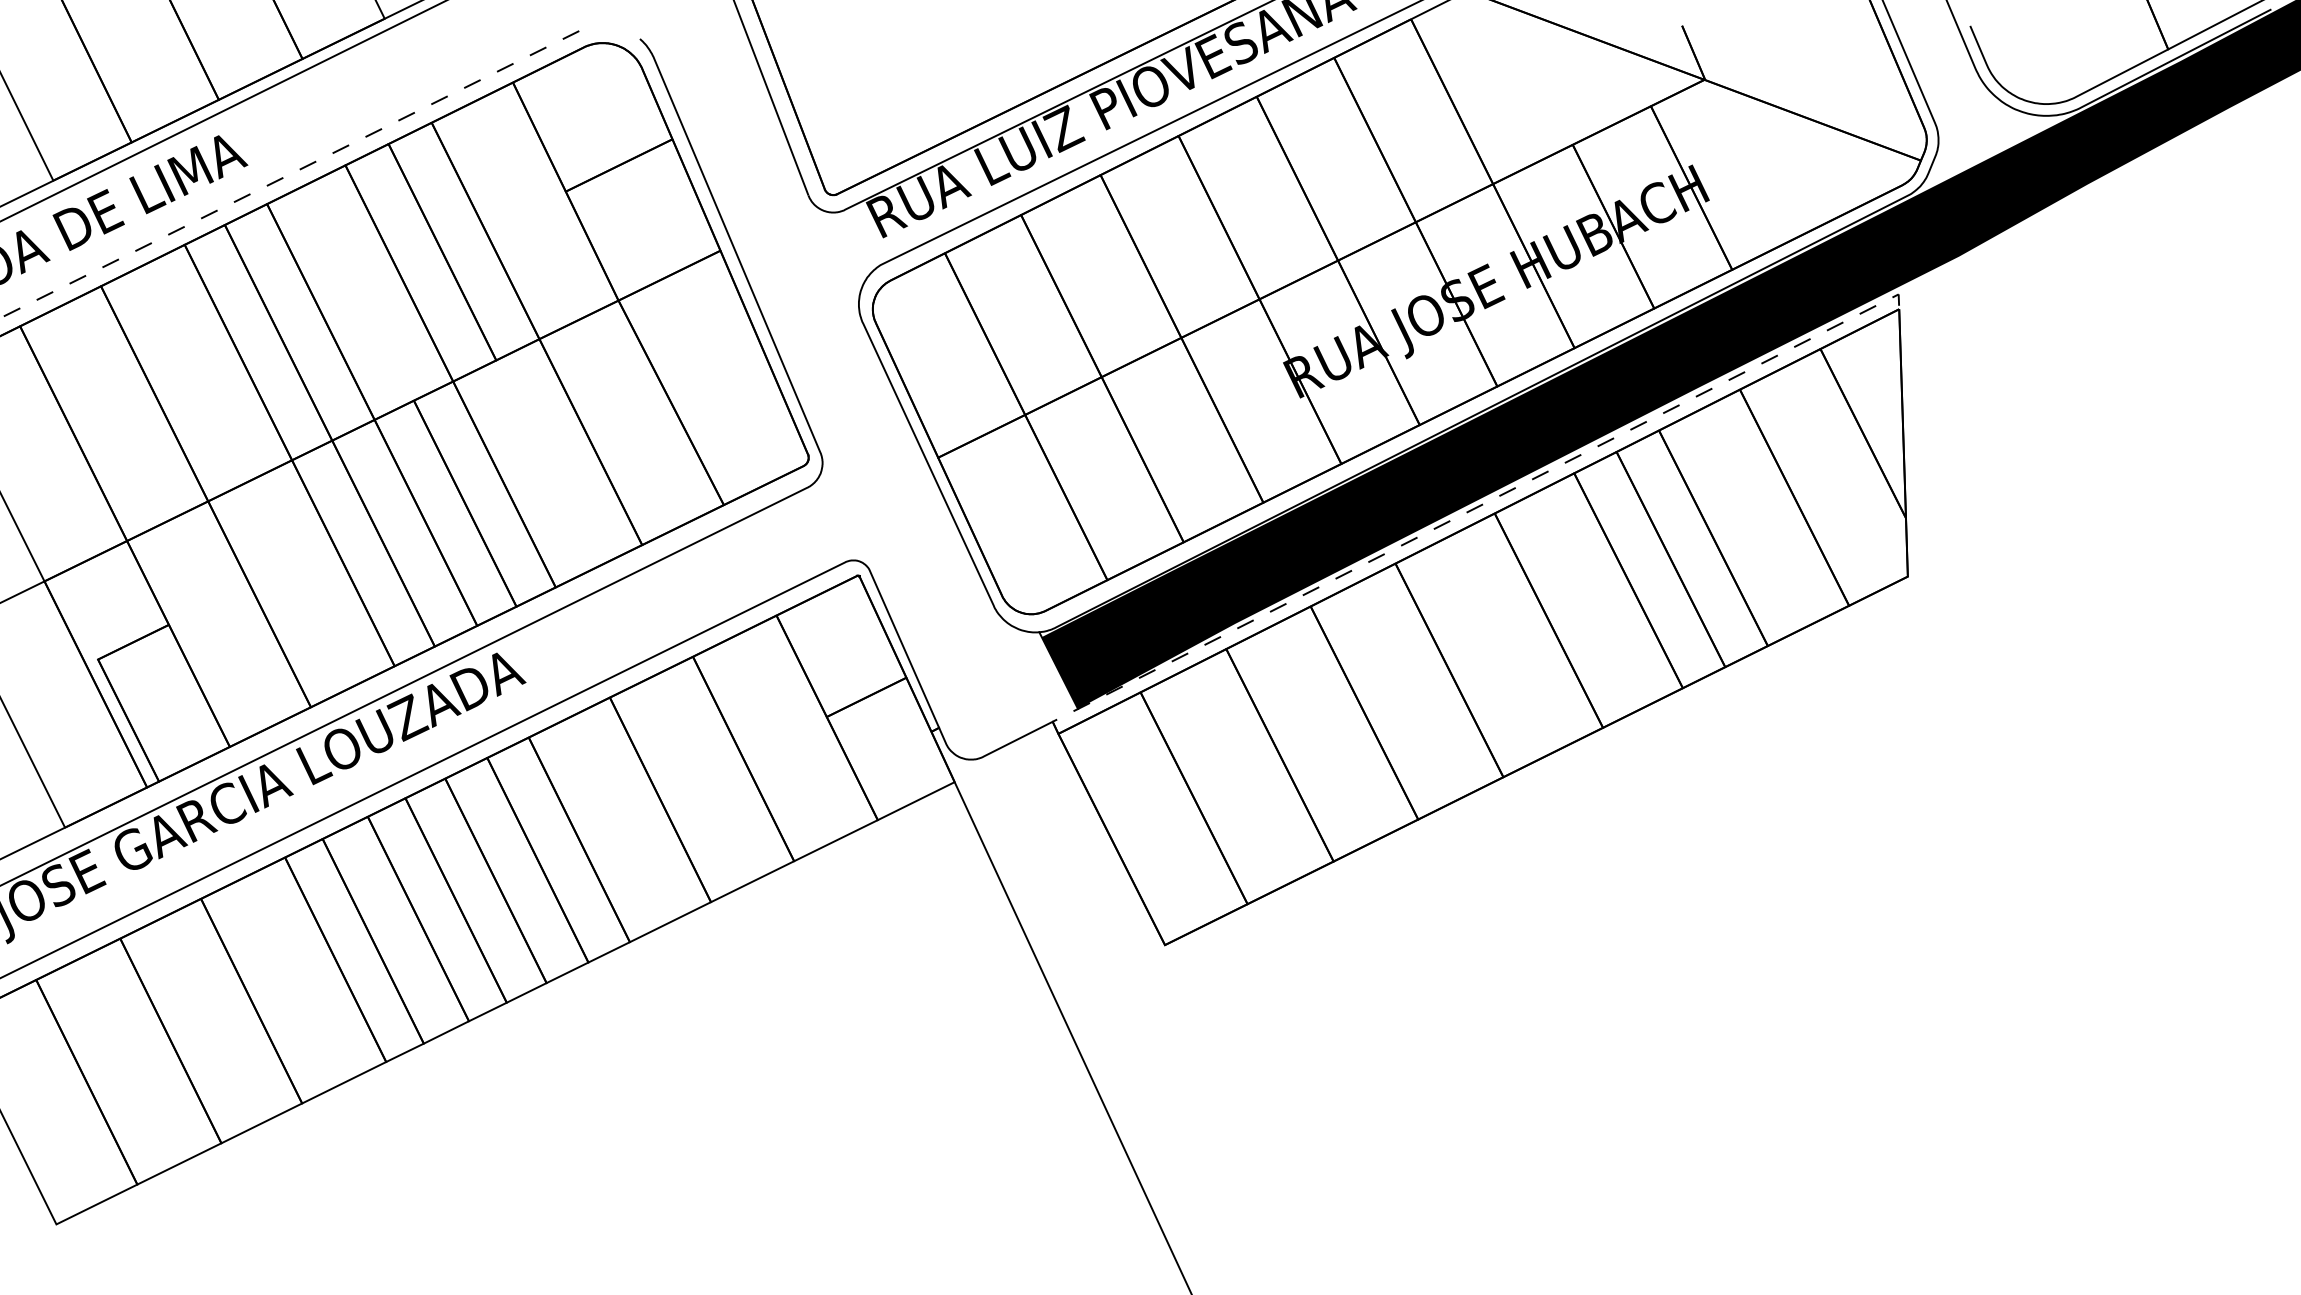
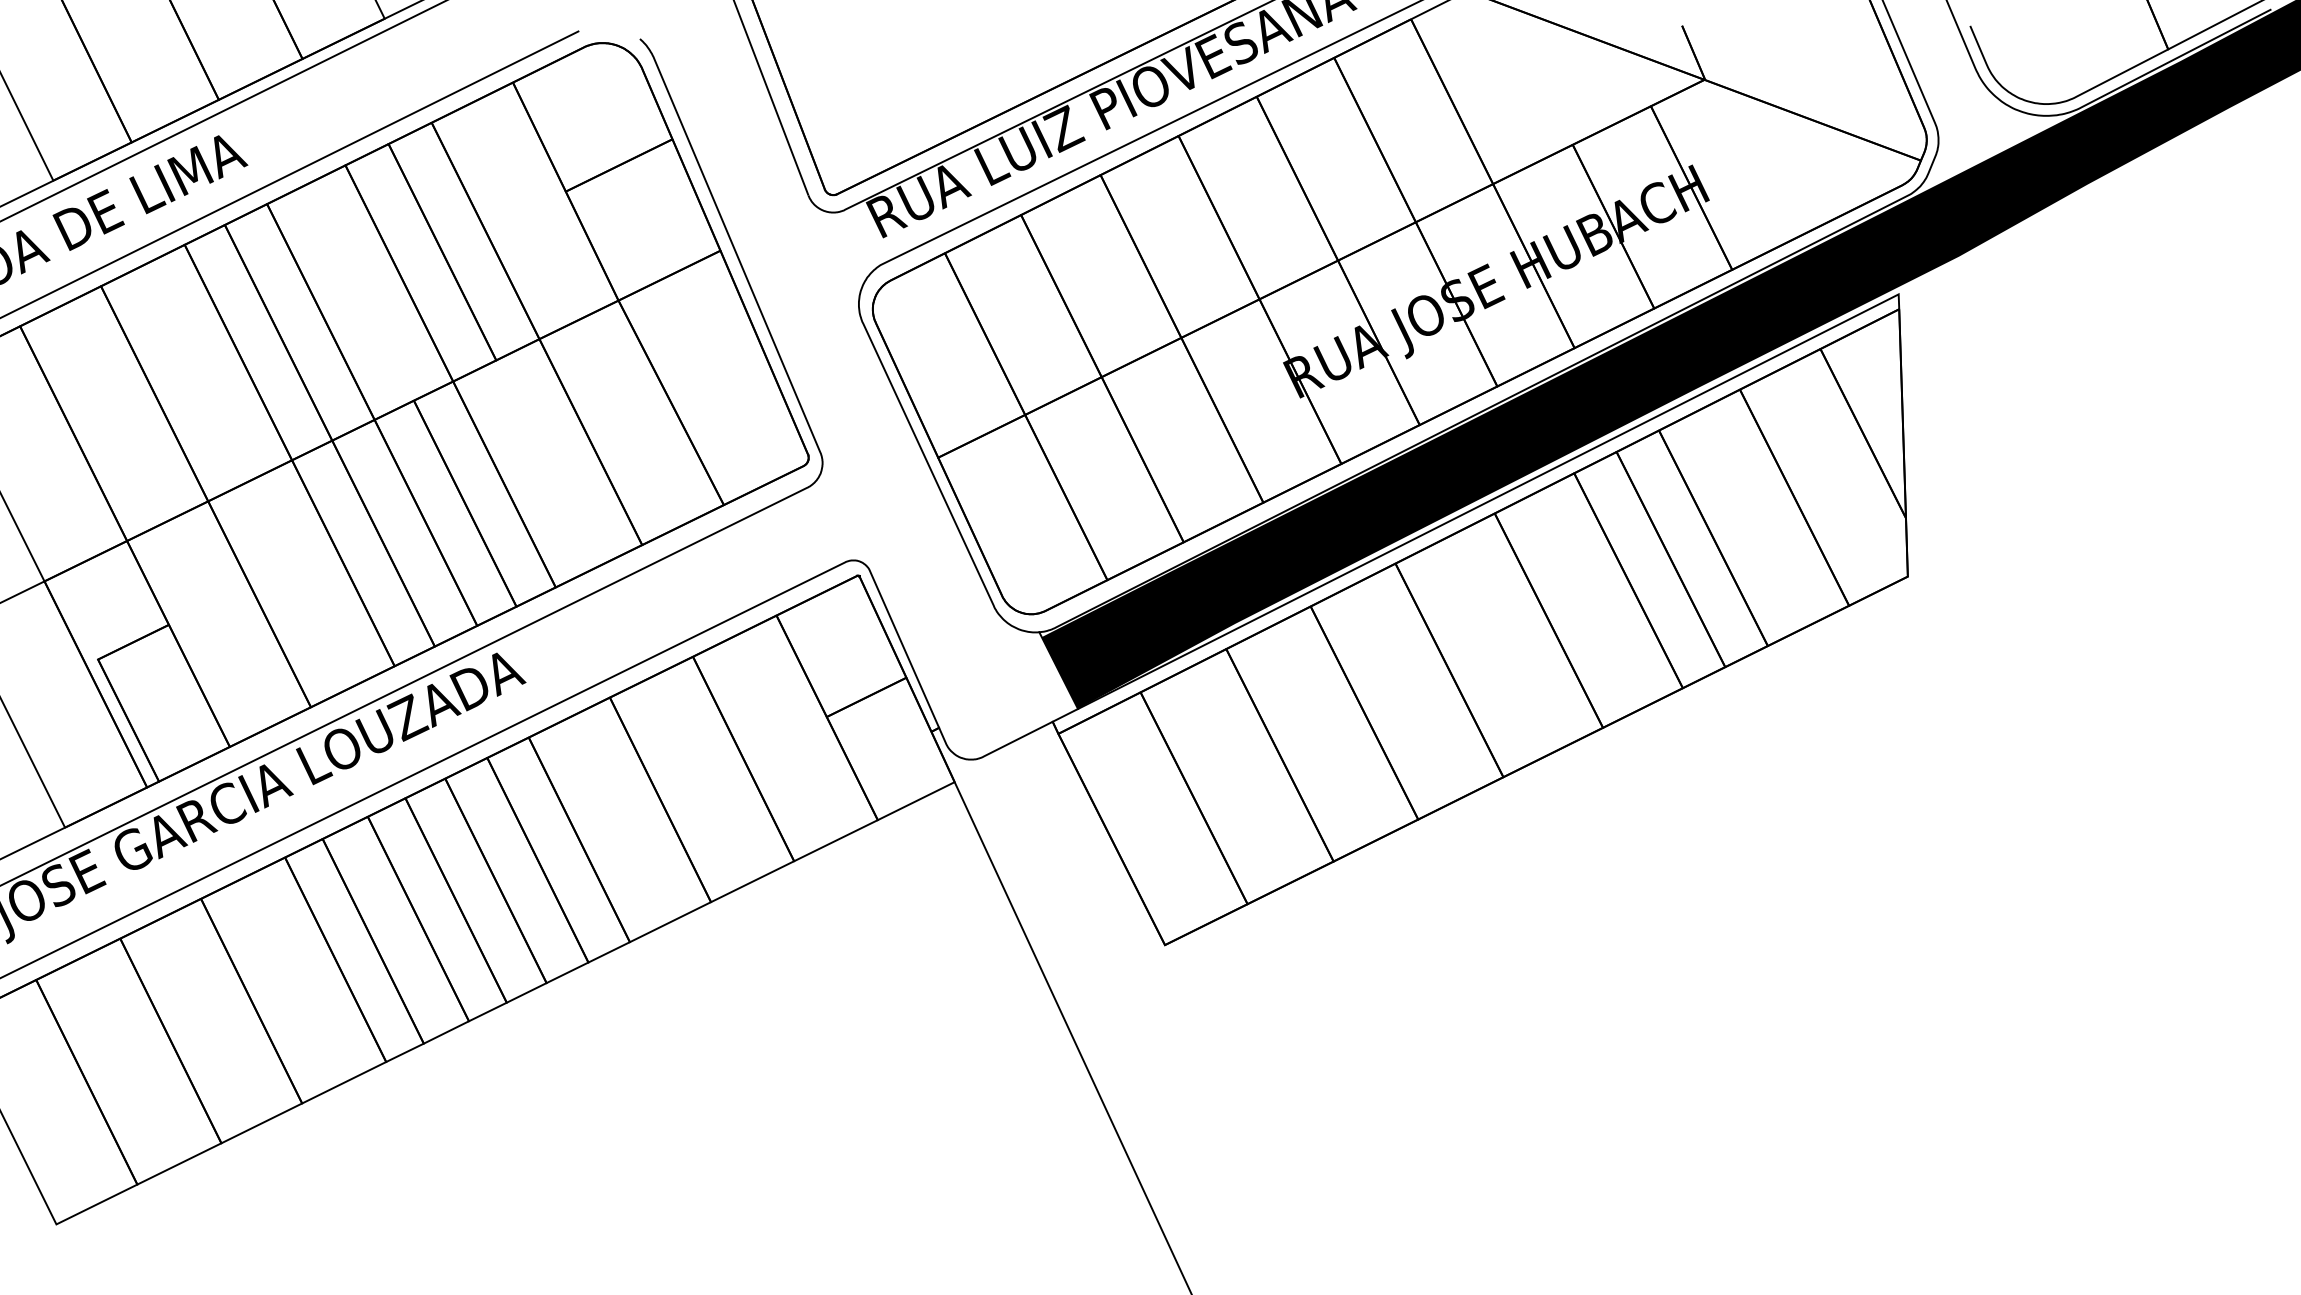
line at (289, 174): dashed -> solid
line at (1476, 507): dashed -> solid
